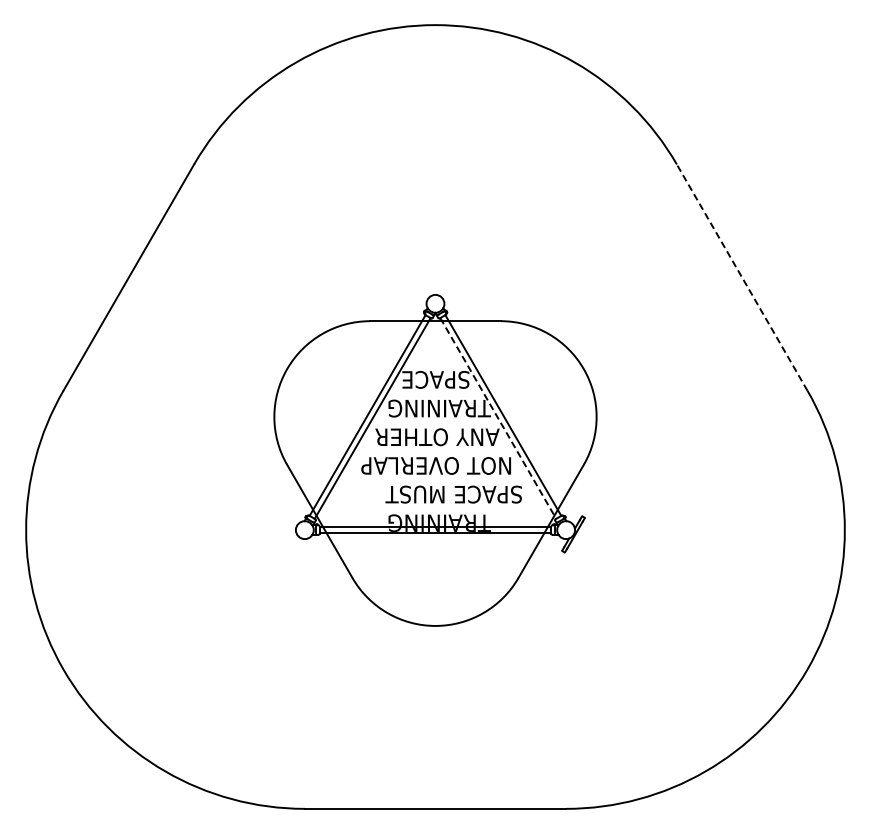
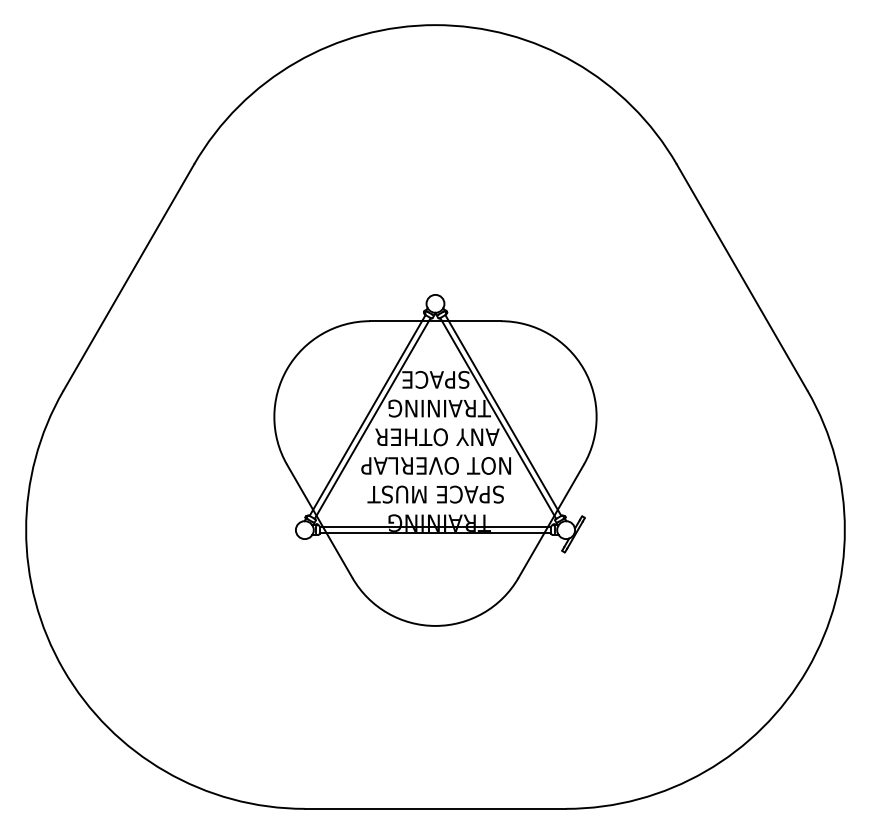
line at (742, 277): dashed -> solid
line at (498, 418): dashed -> solid
text at (453, 494) position: (453, 494) -> (435, 494)
